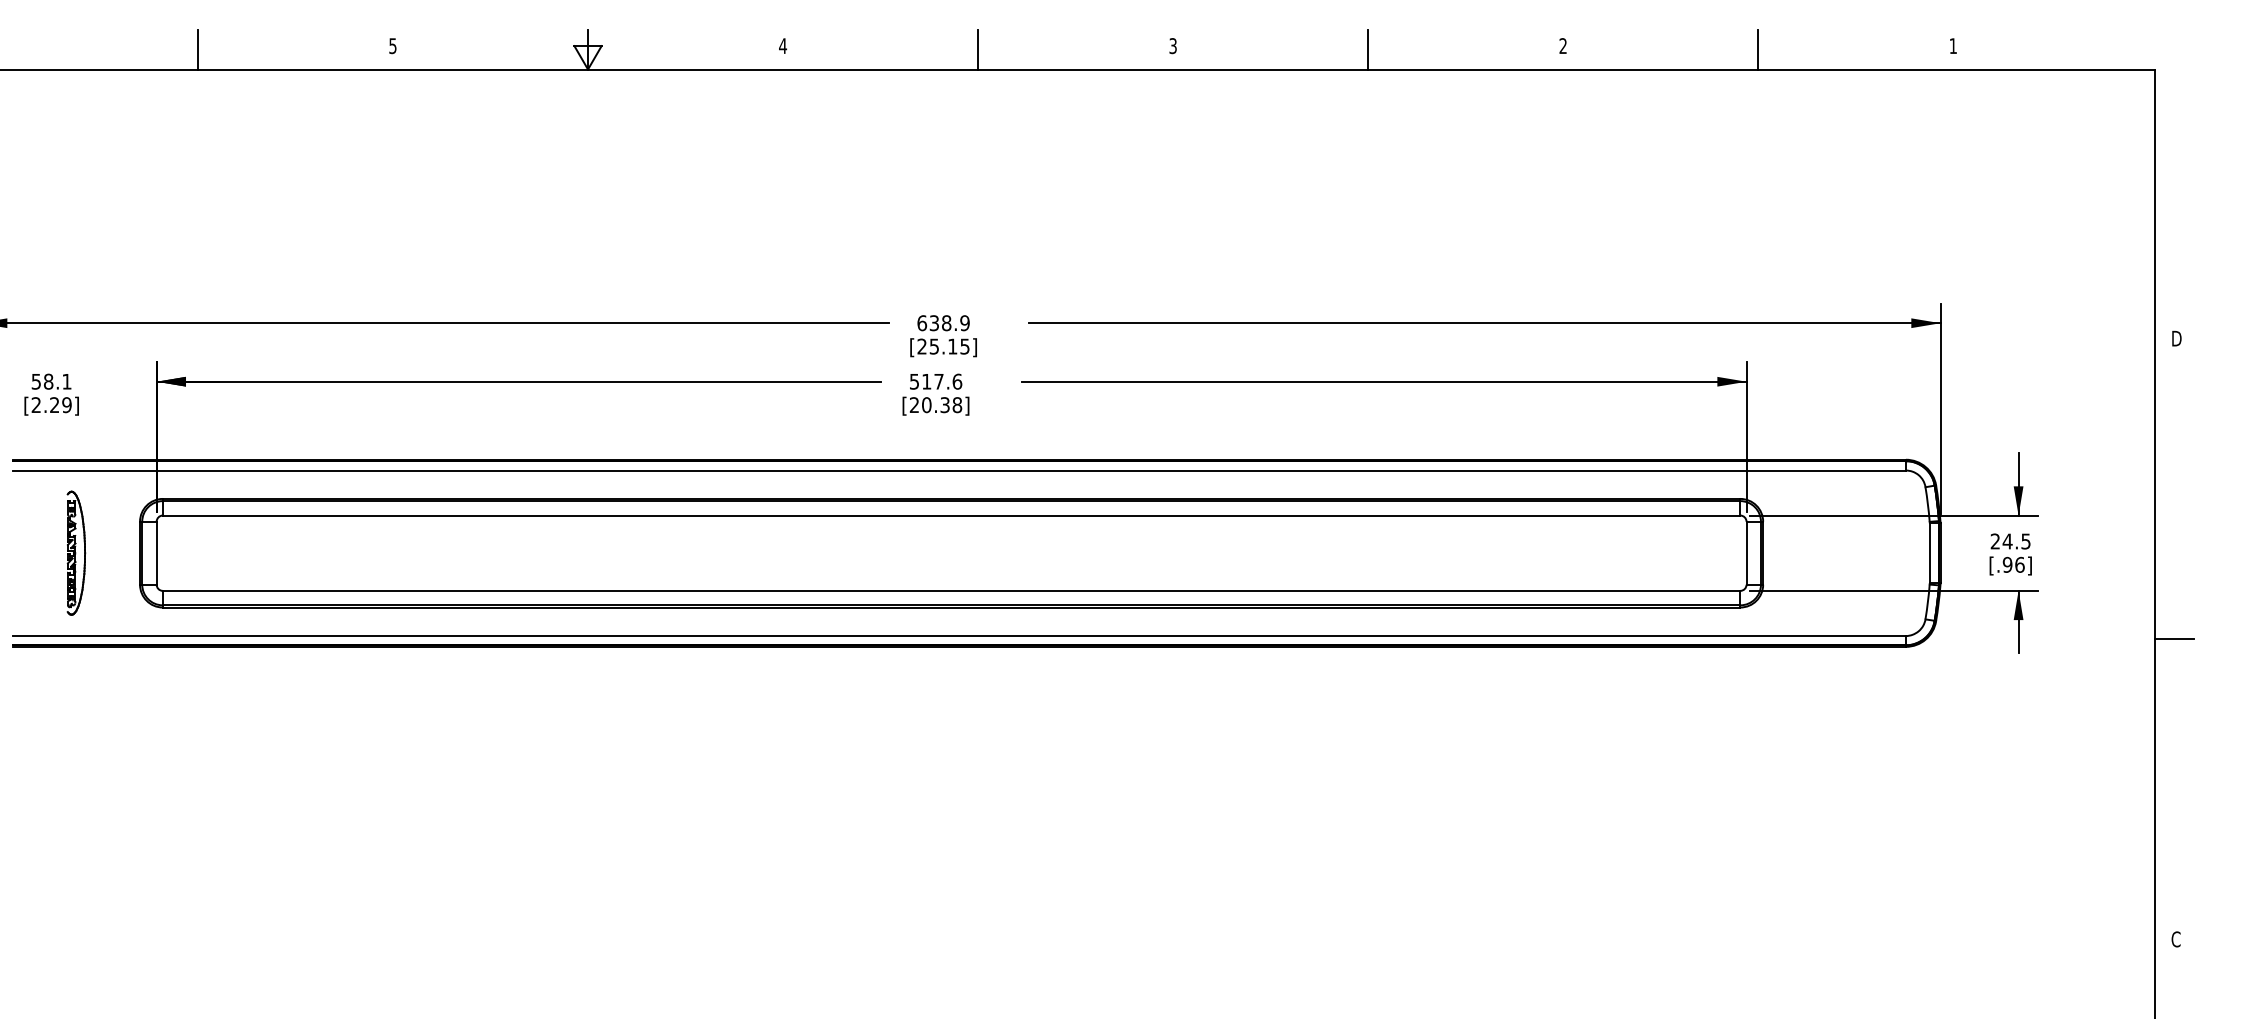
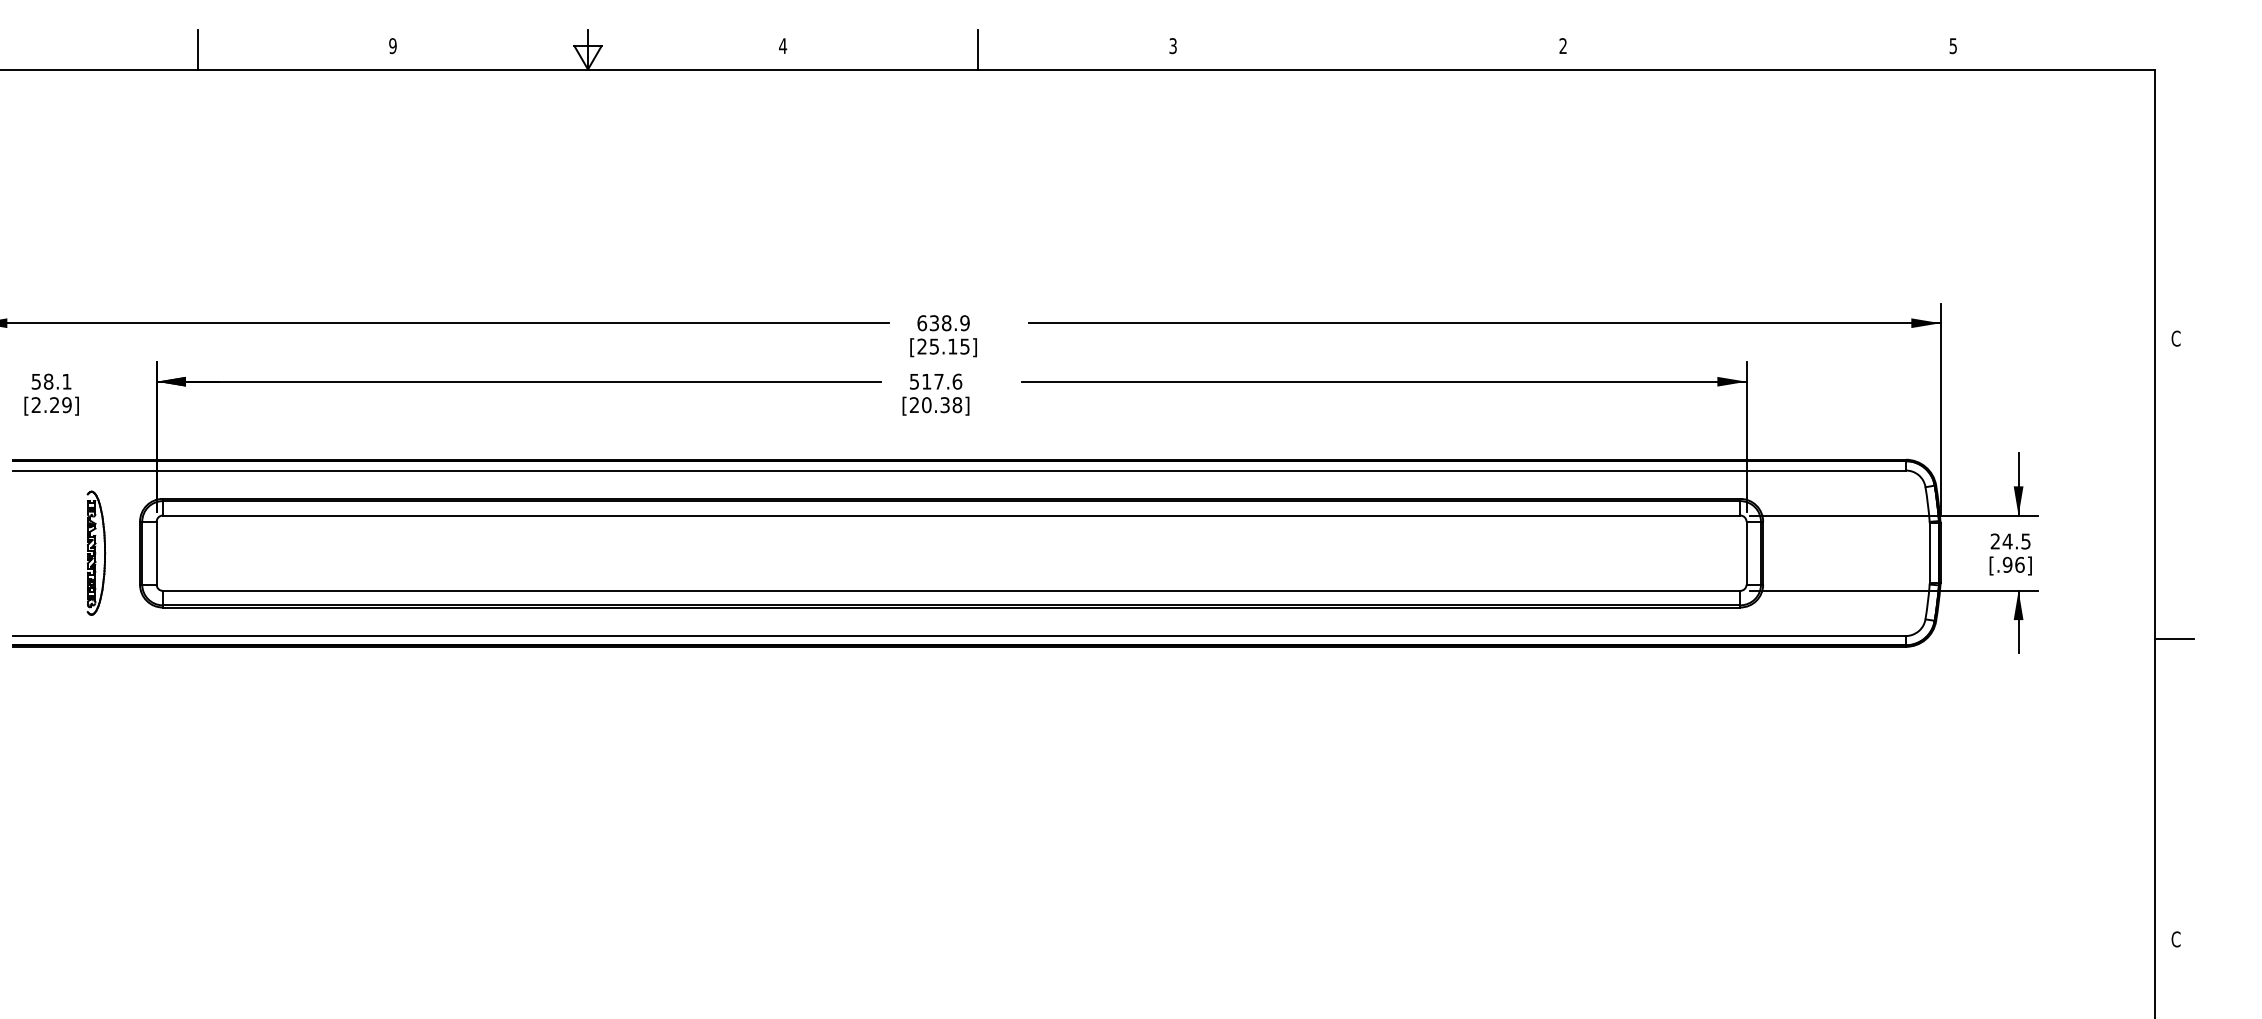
text at (392, 45): 5 -> 9
text at (1952, 46): 1 -> 5
line at (1368, 49): present -> none
line at (1758, 49): present -> none
text at (2176, 338): D -> C
part at (76, 552) position: (76, 552) -> (96, 552)
